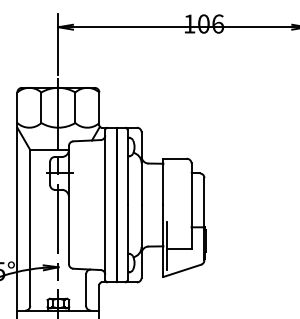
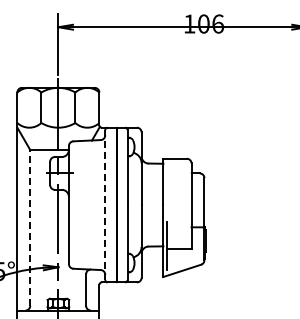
line at (105, 204): solid -> dashed
line at (30, 227): solid -> dashed
